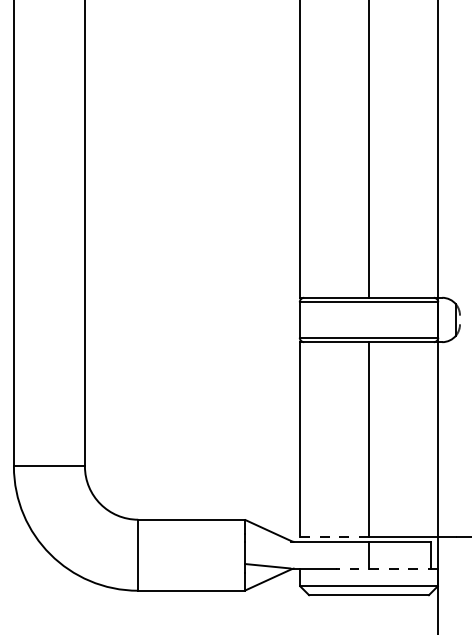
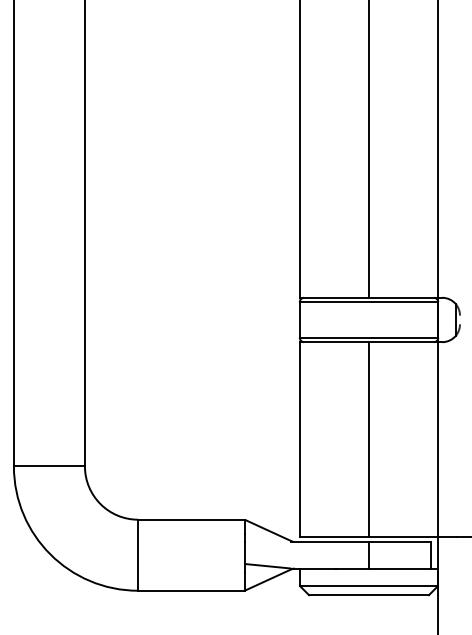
line at (335, 537): dashed -> solid
line at (386, 568): dashed -> solid
